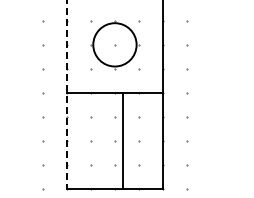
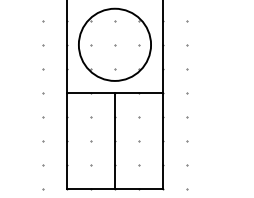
circle at (114, 44) diameter: 43 px -> 72 px
line at (66, 95): dashed -> solid
line at (122, 141) position: (122, 141) -> (114, 141)
